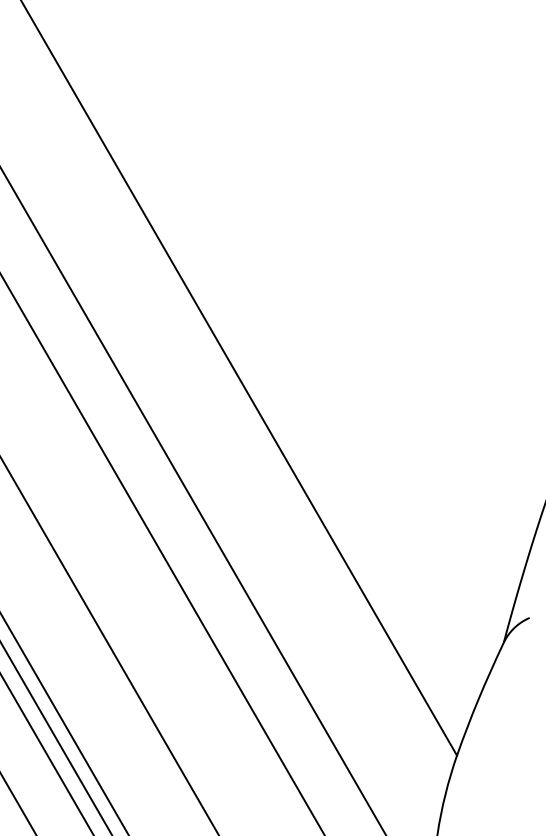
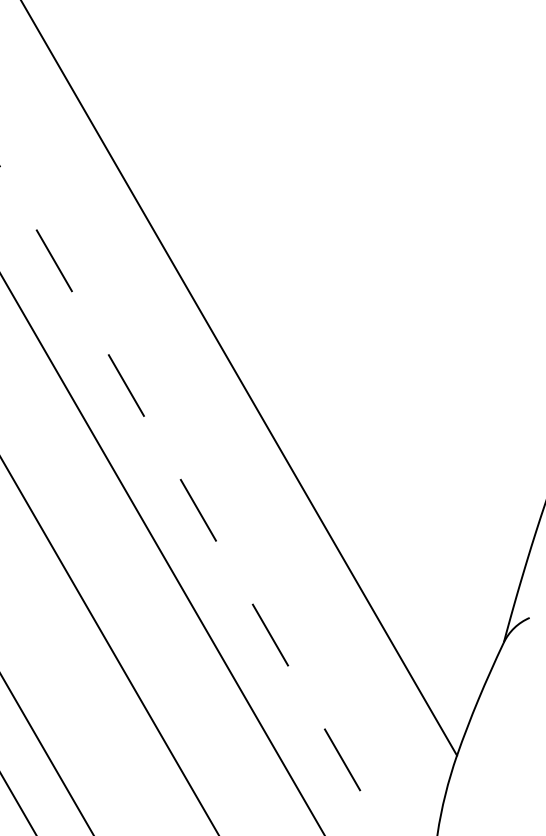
line at (193, 501): solid -> dashed
line at (64, 724): present -> none
line at (56, 738): present -> none
